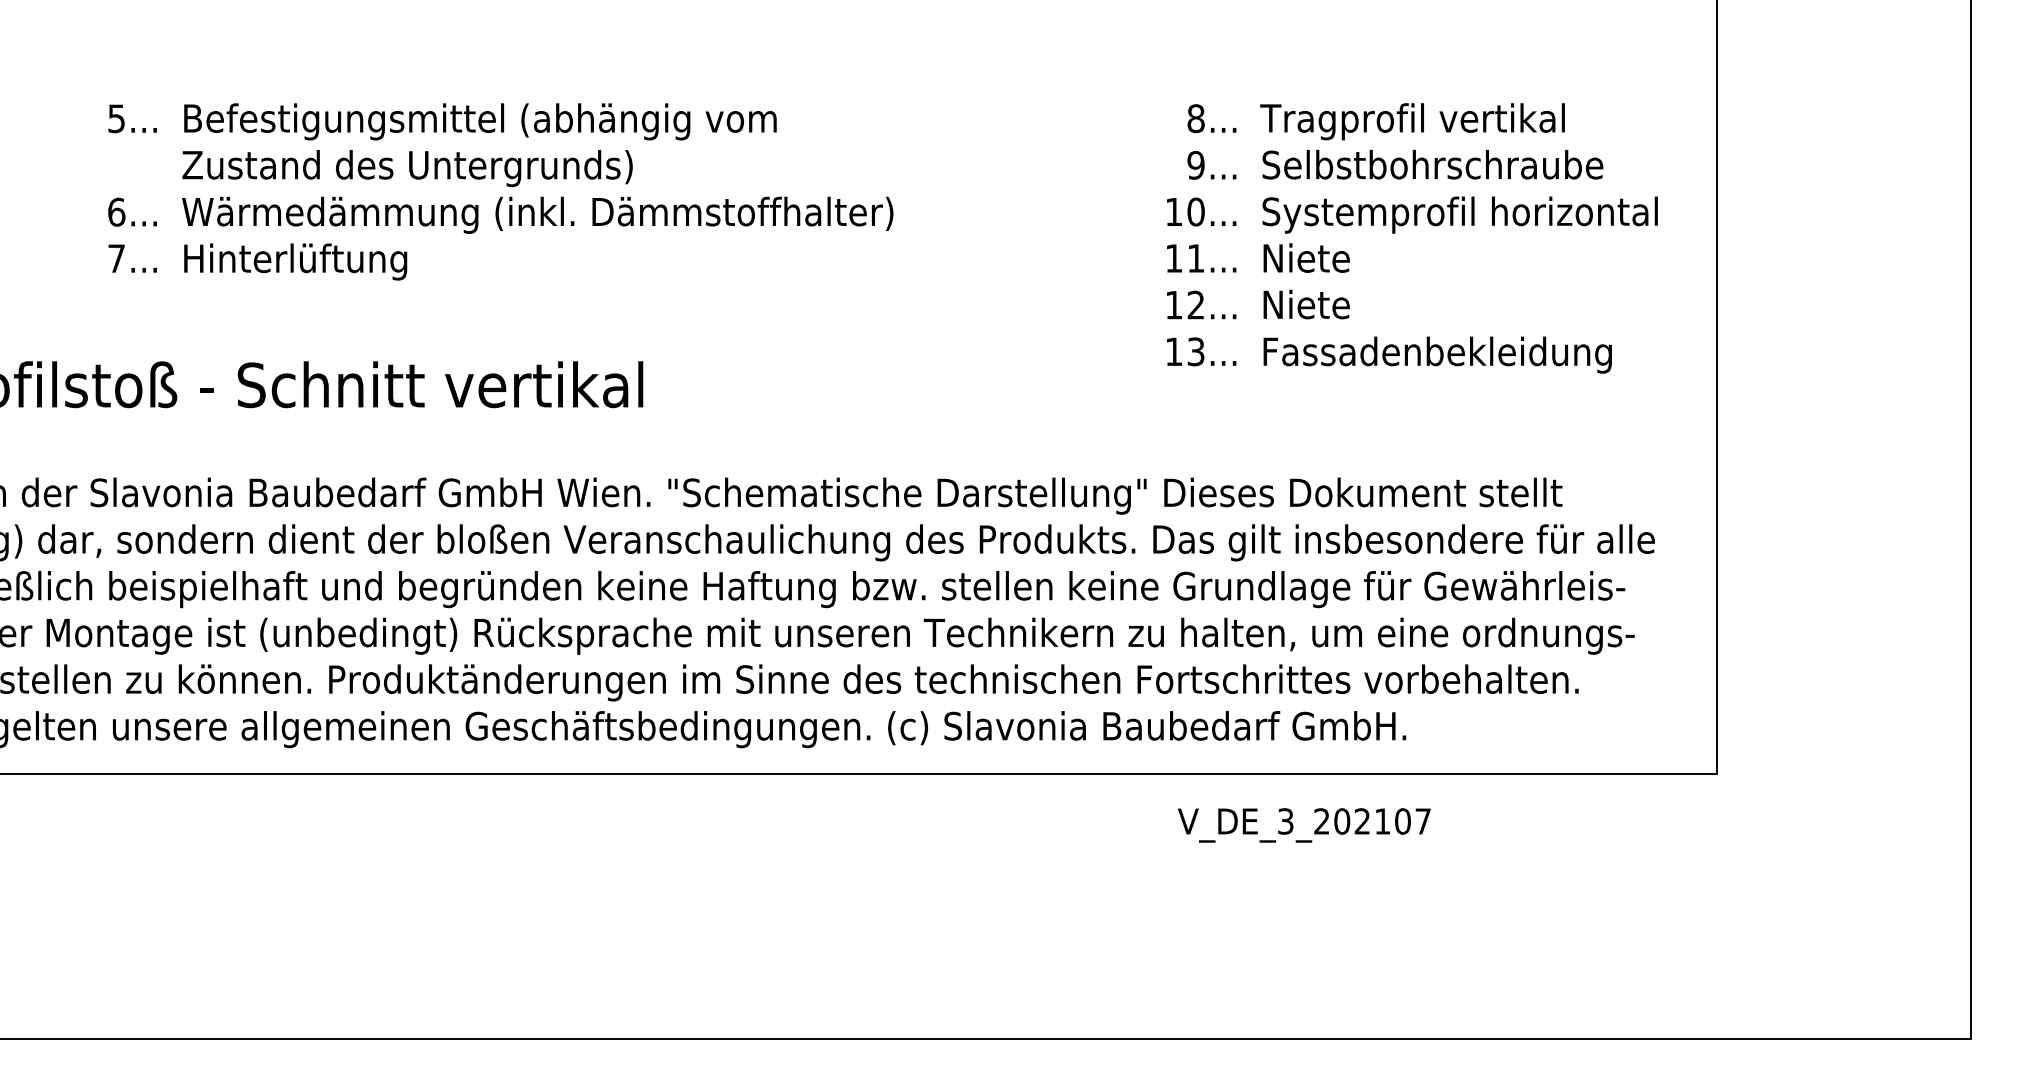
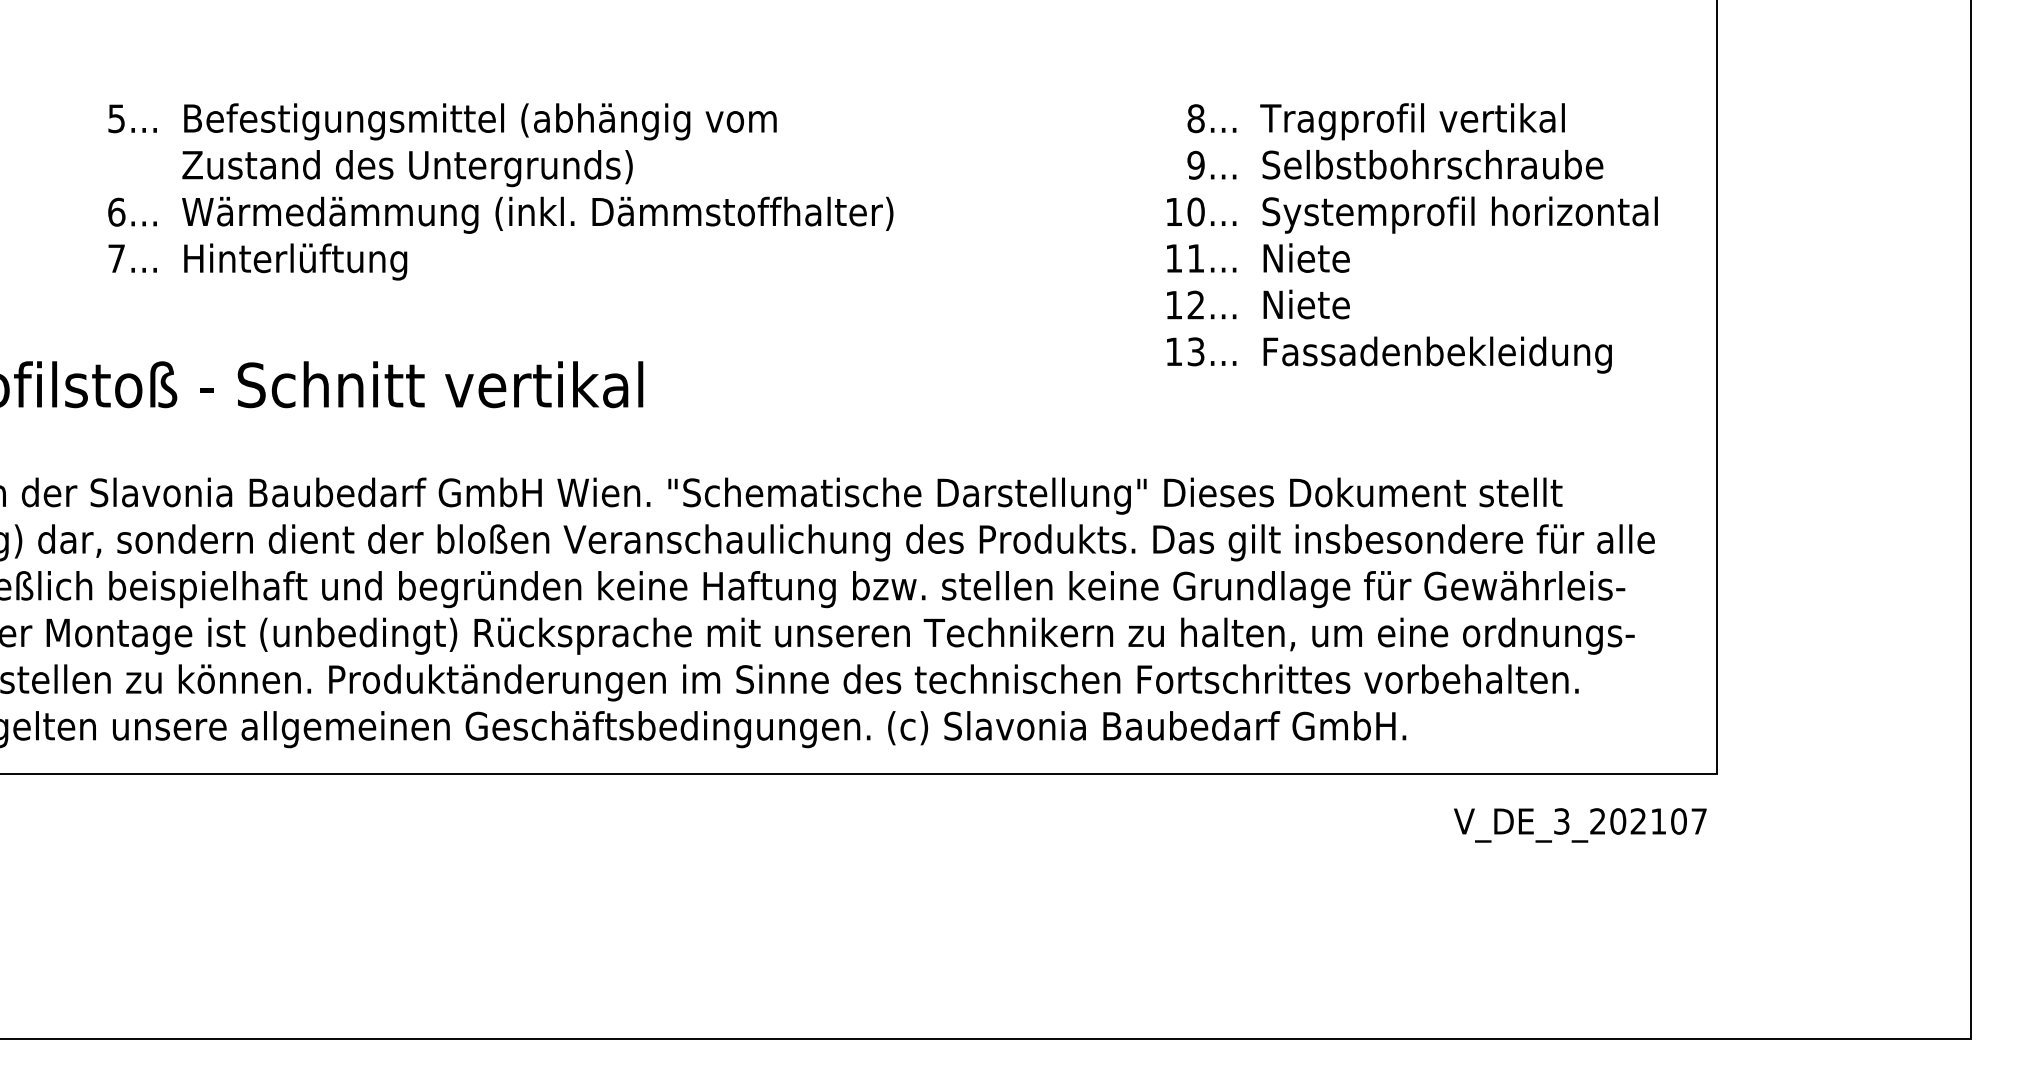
text at (1304, 825) position: (1304, 825) -> (1580, 825)
